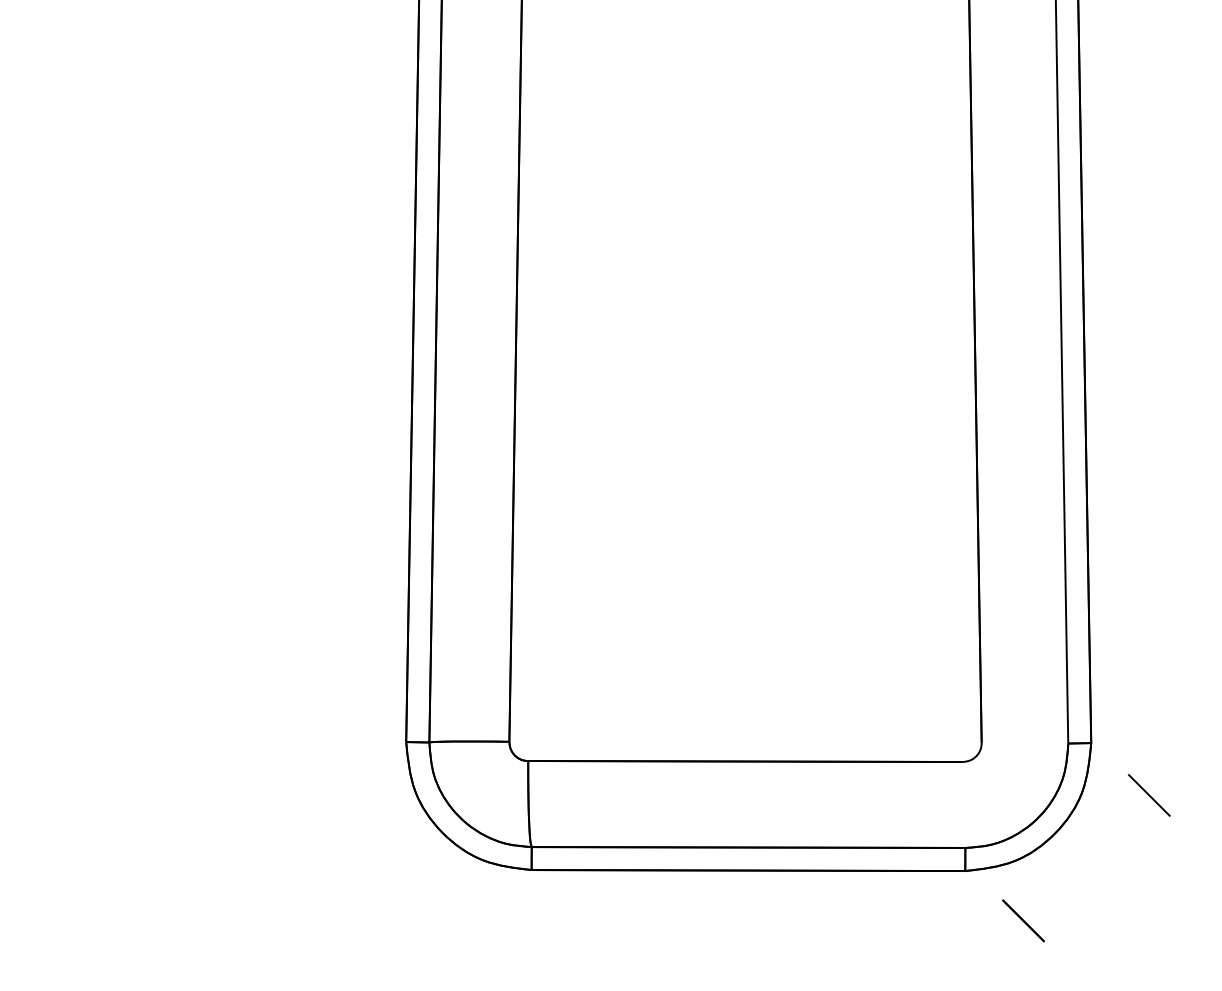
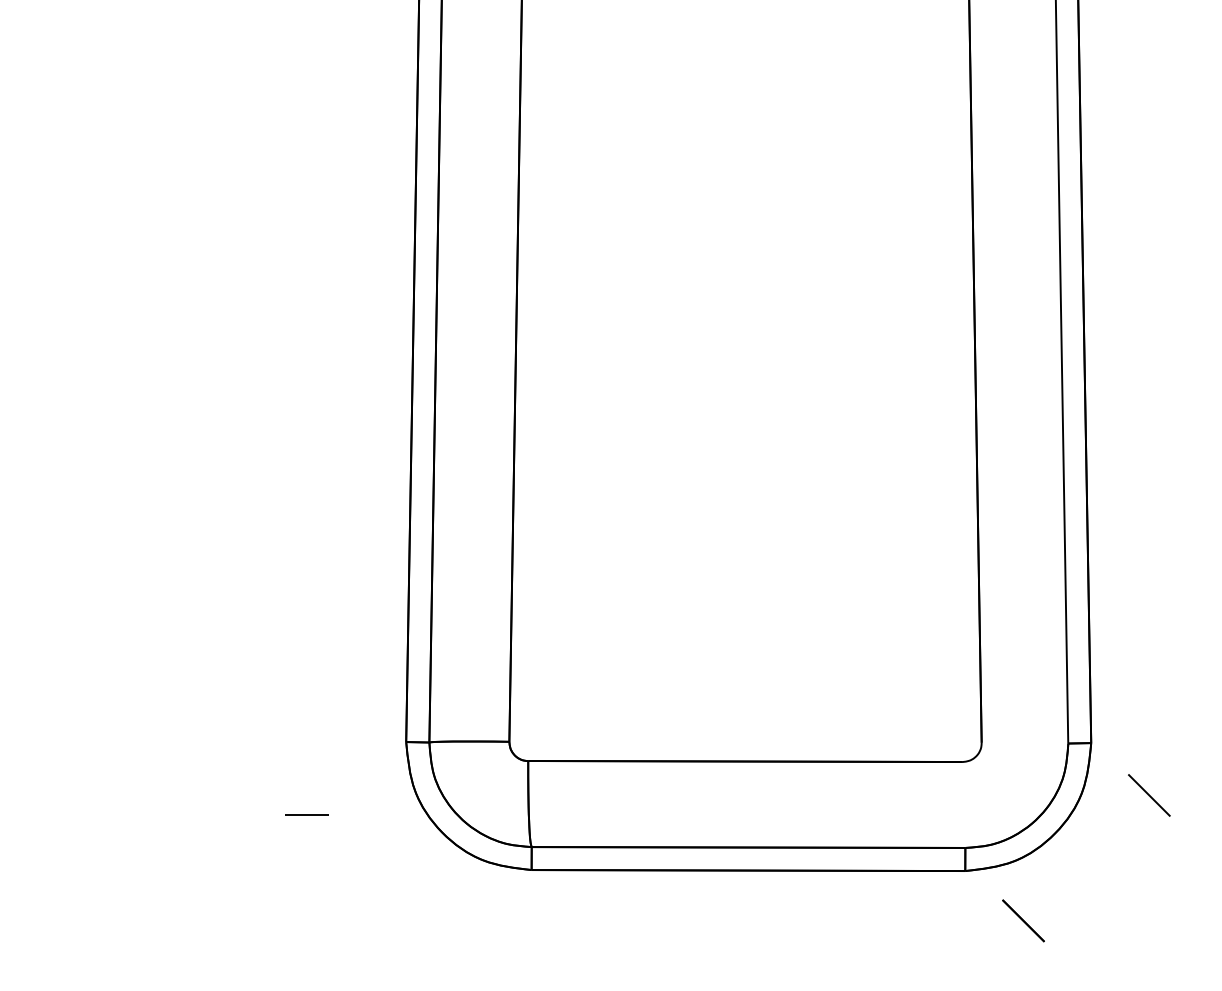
line at (306, 814): none -> present
